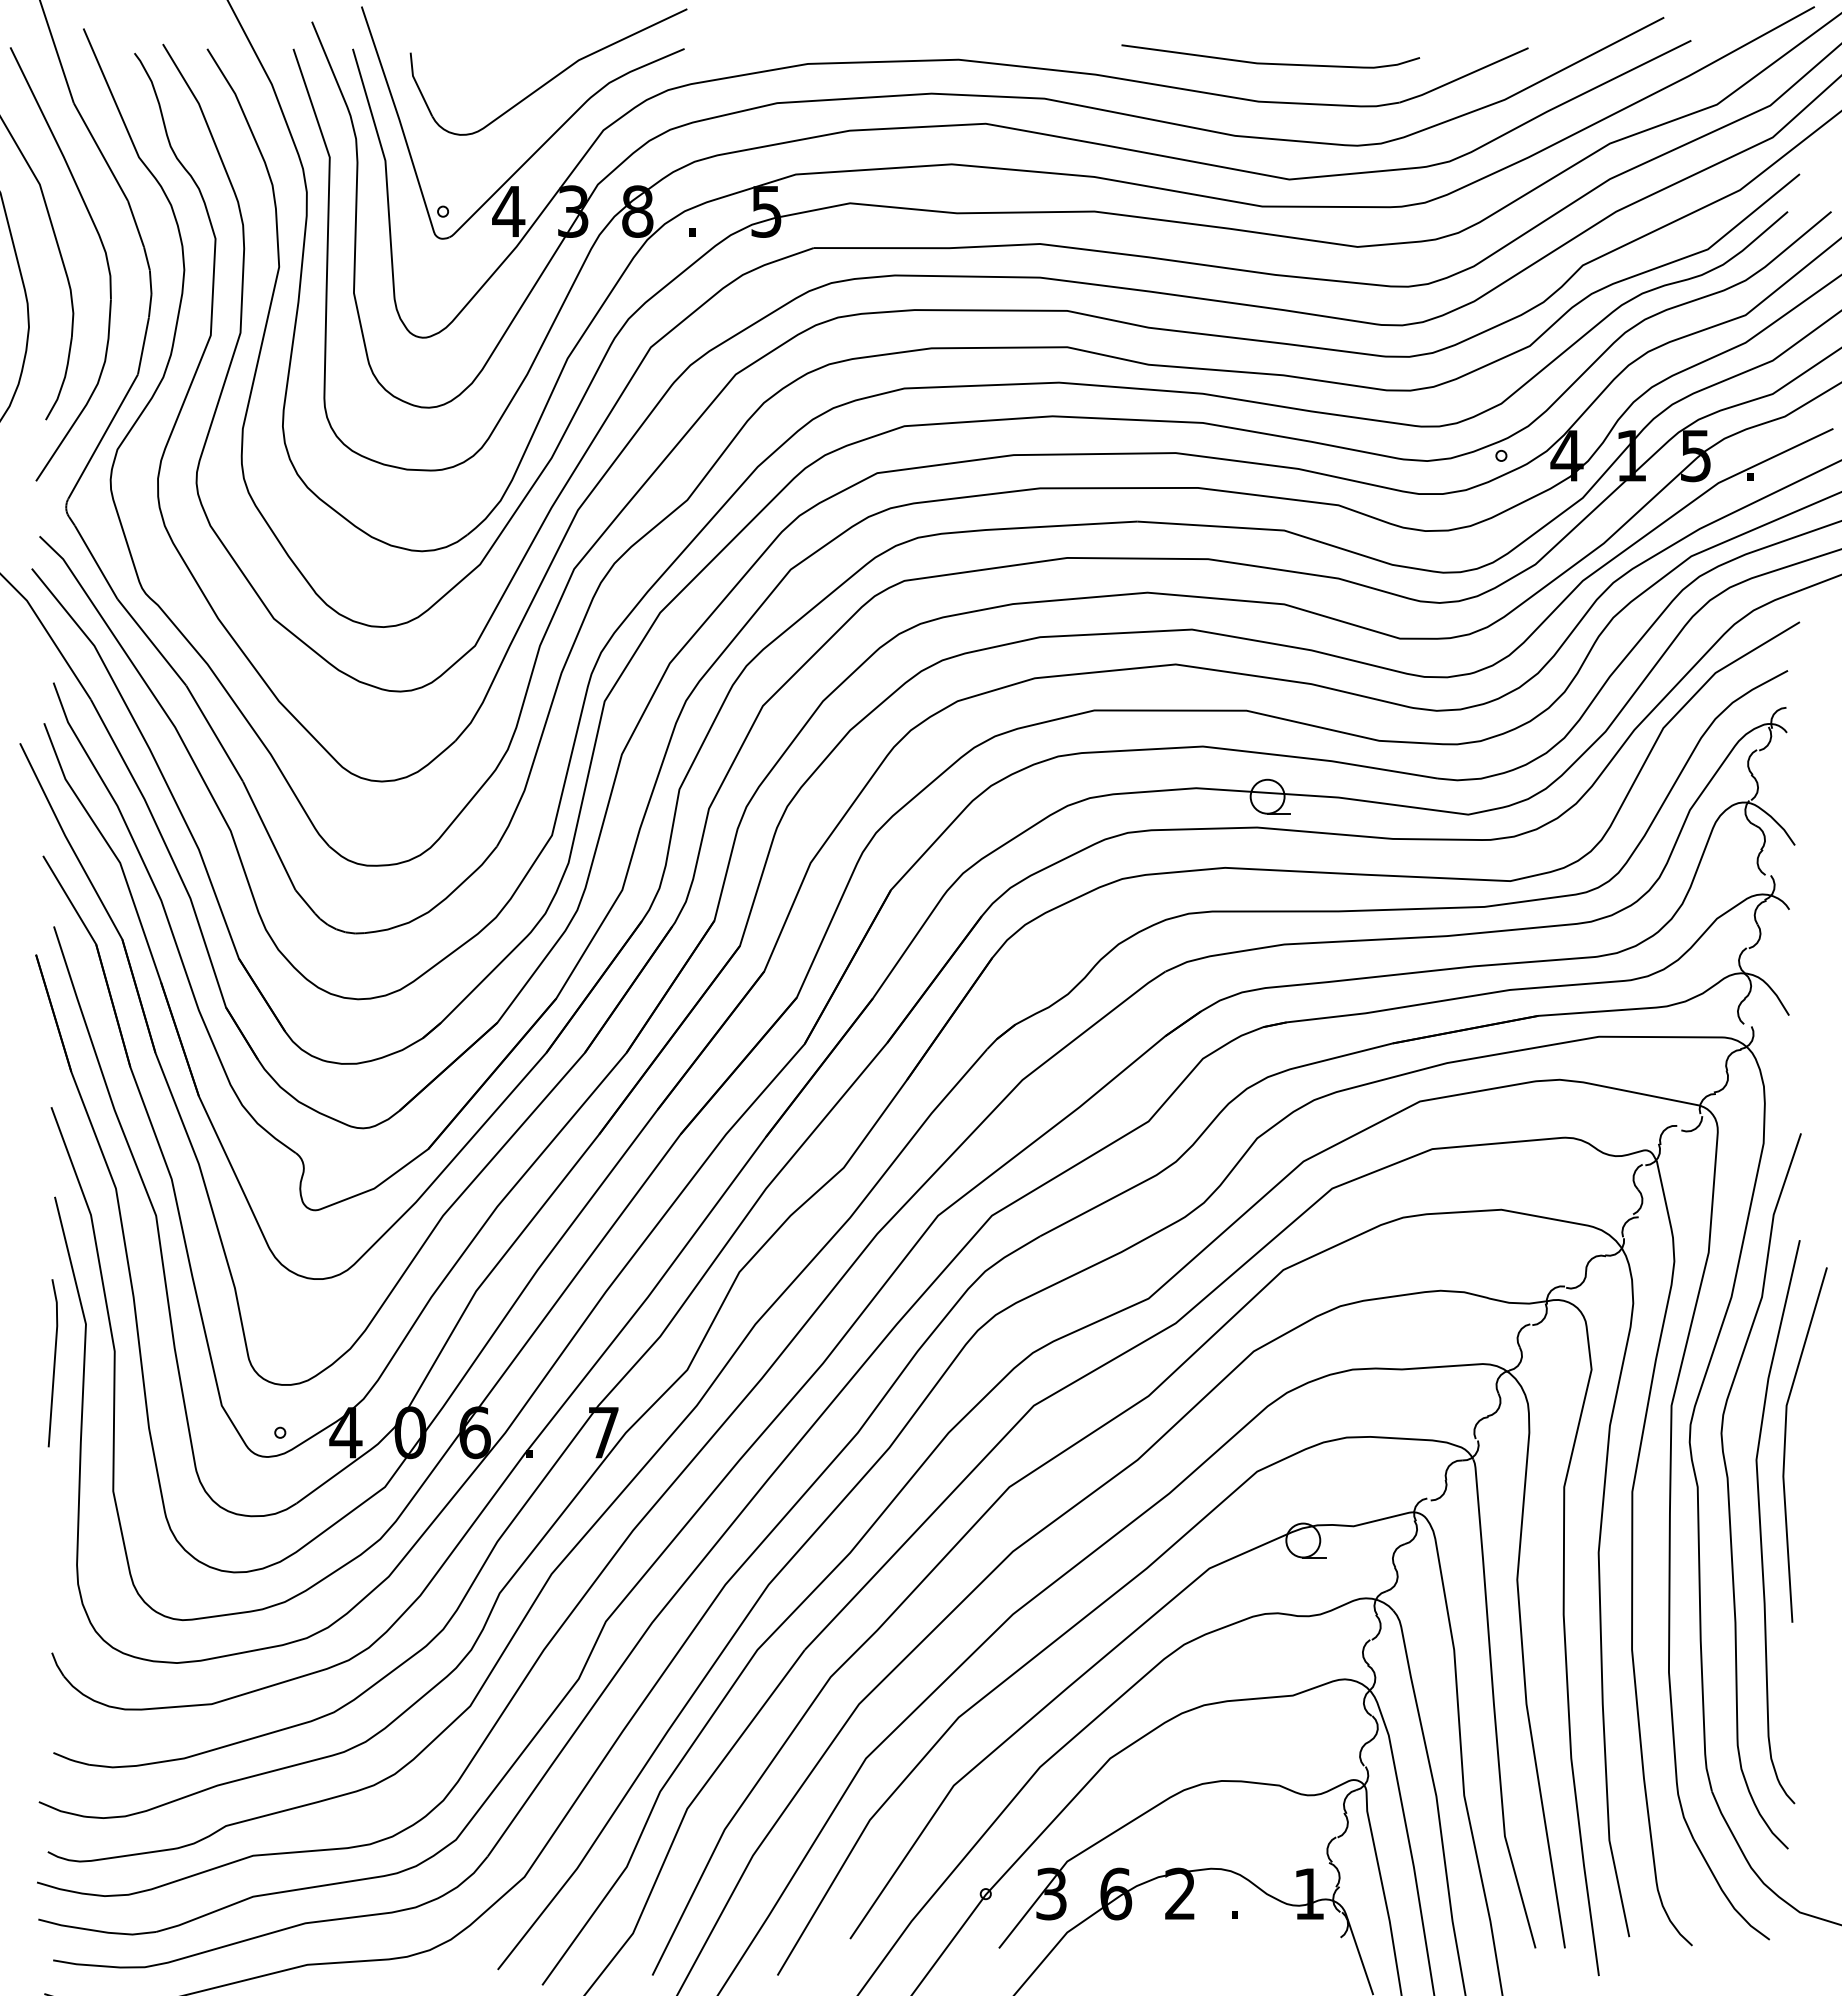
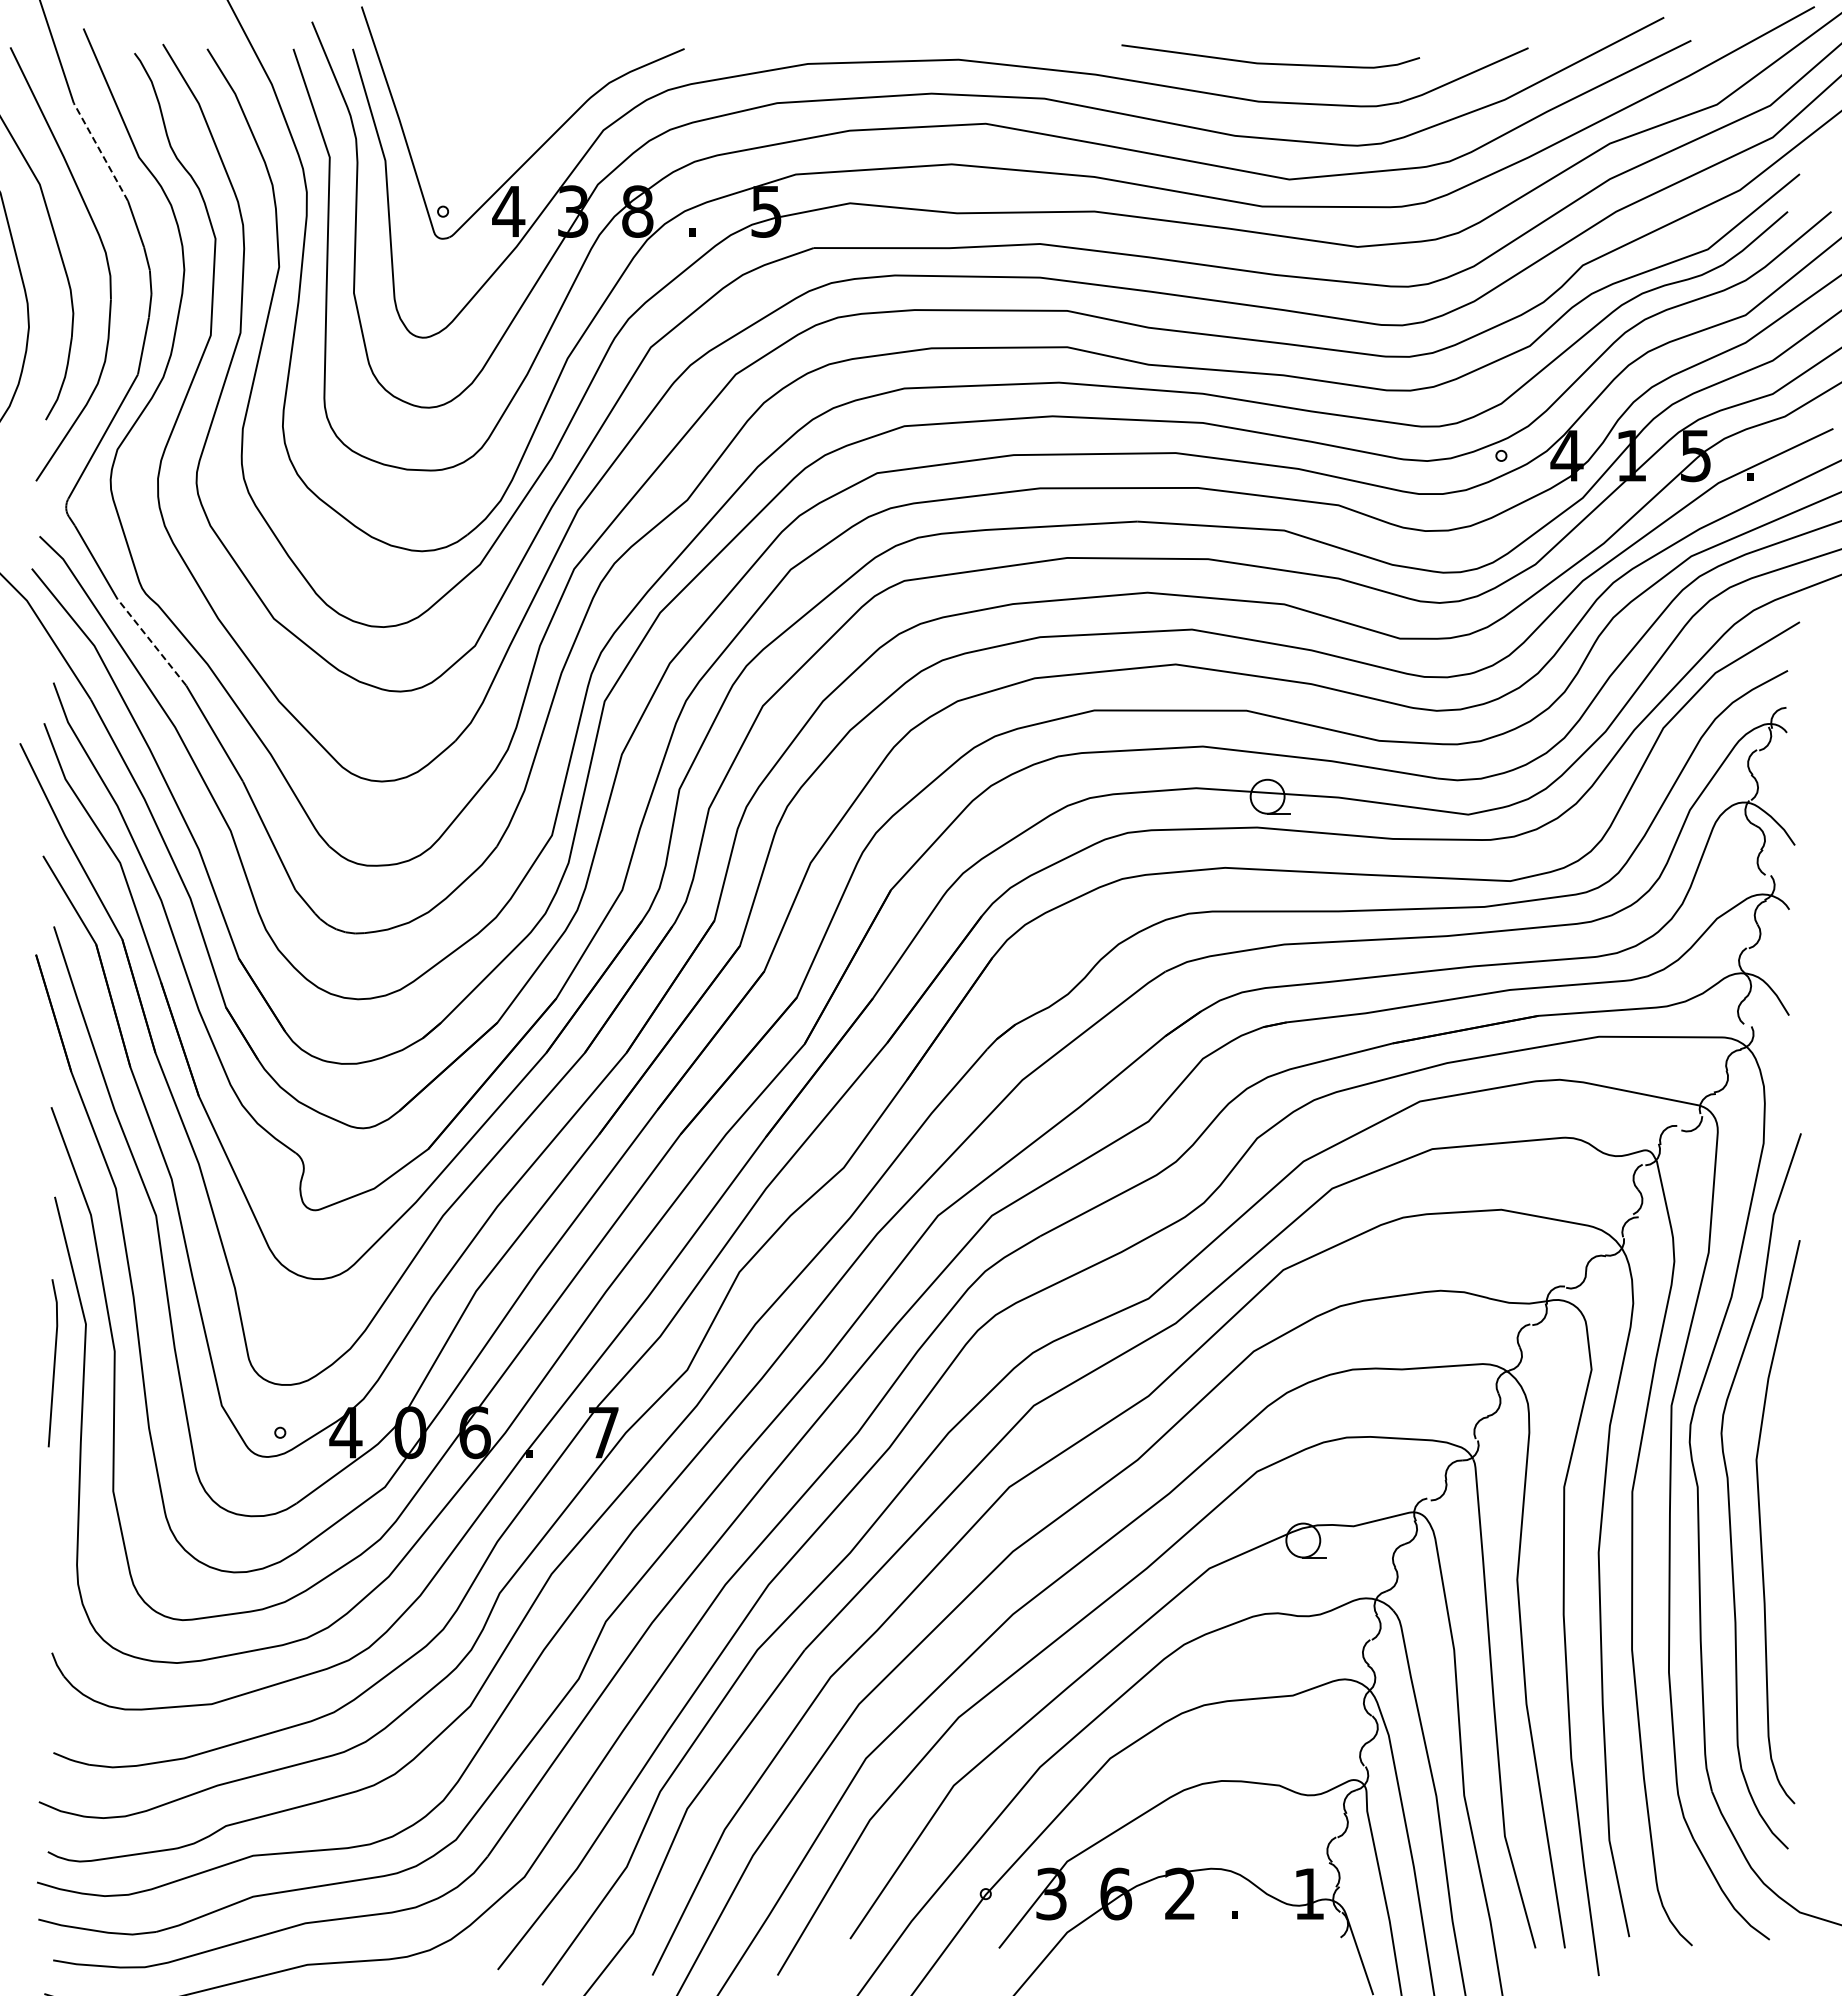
part at (552, 77): present -> none
line at (100, 152): solid -> dashed
line at (151, 641): solid -> dashed
line at (1785, 1444): present -> none
